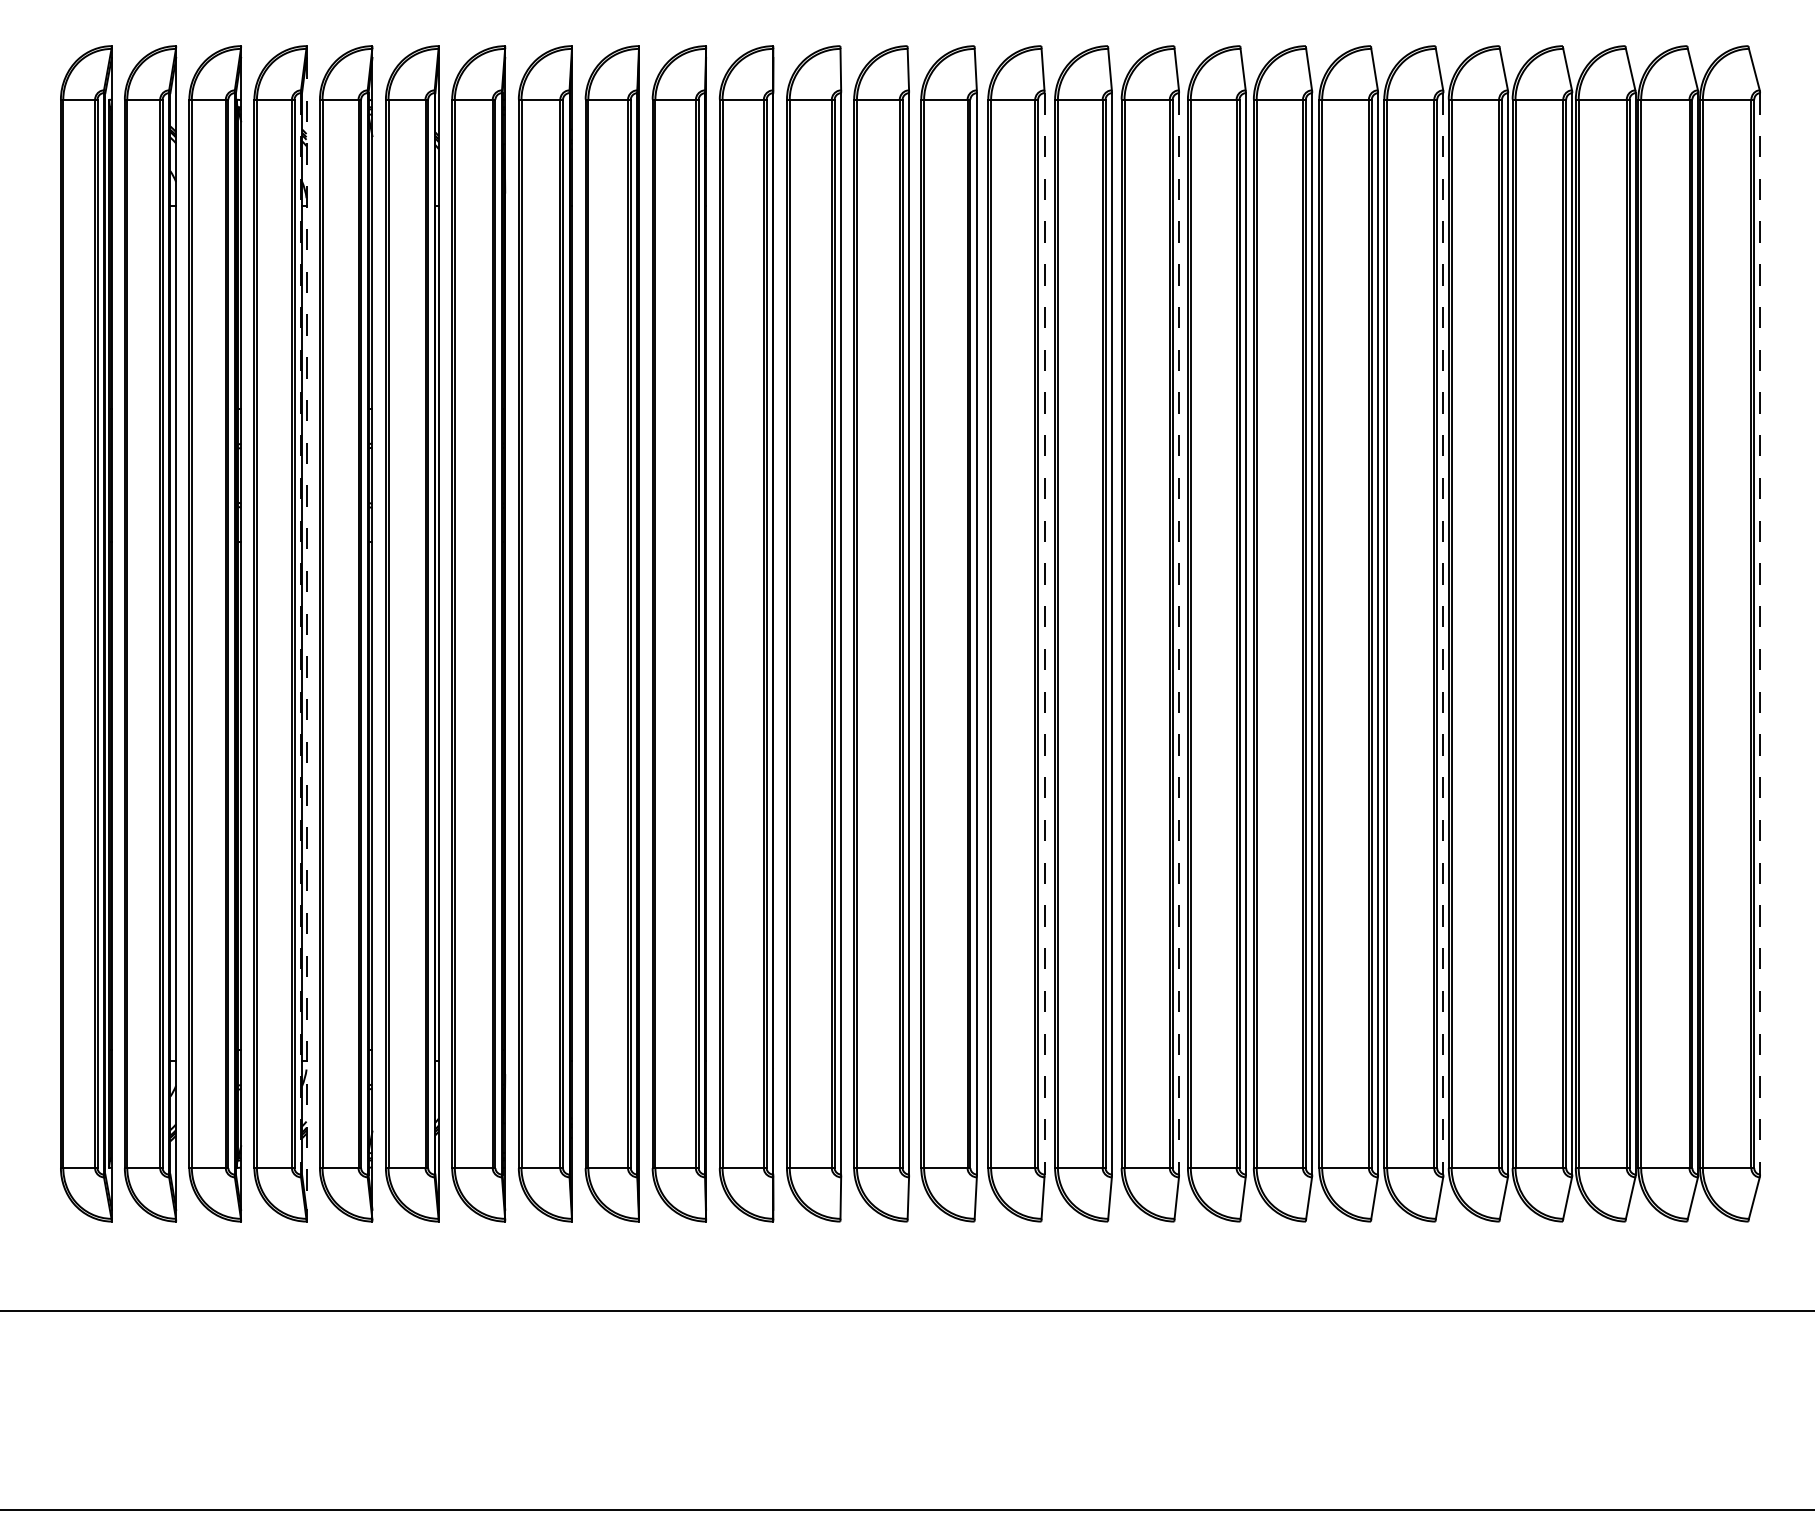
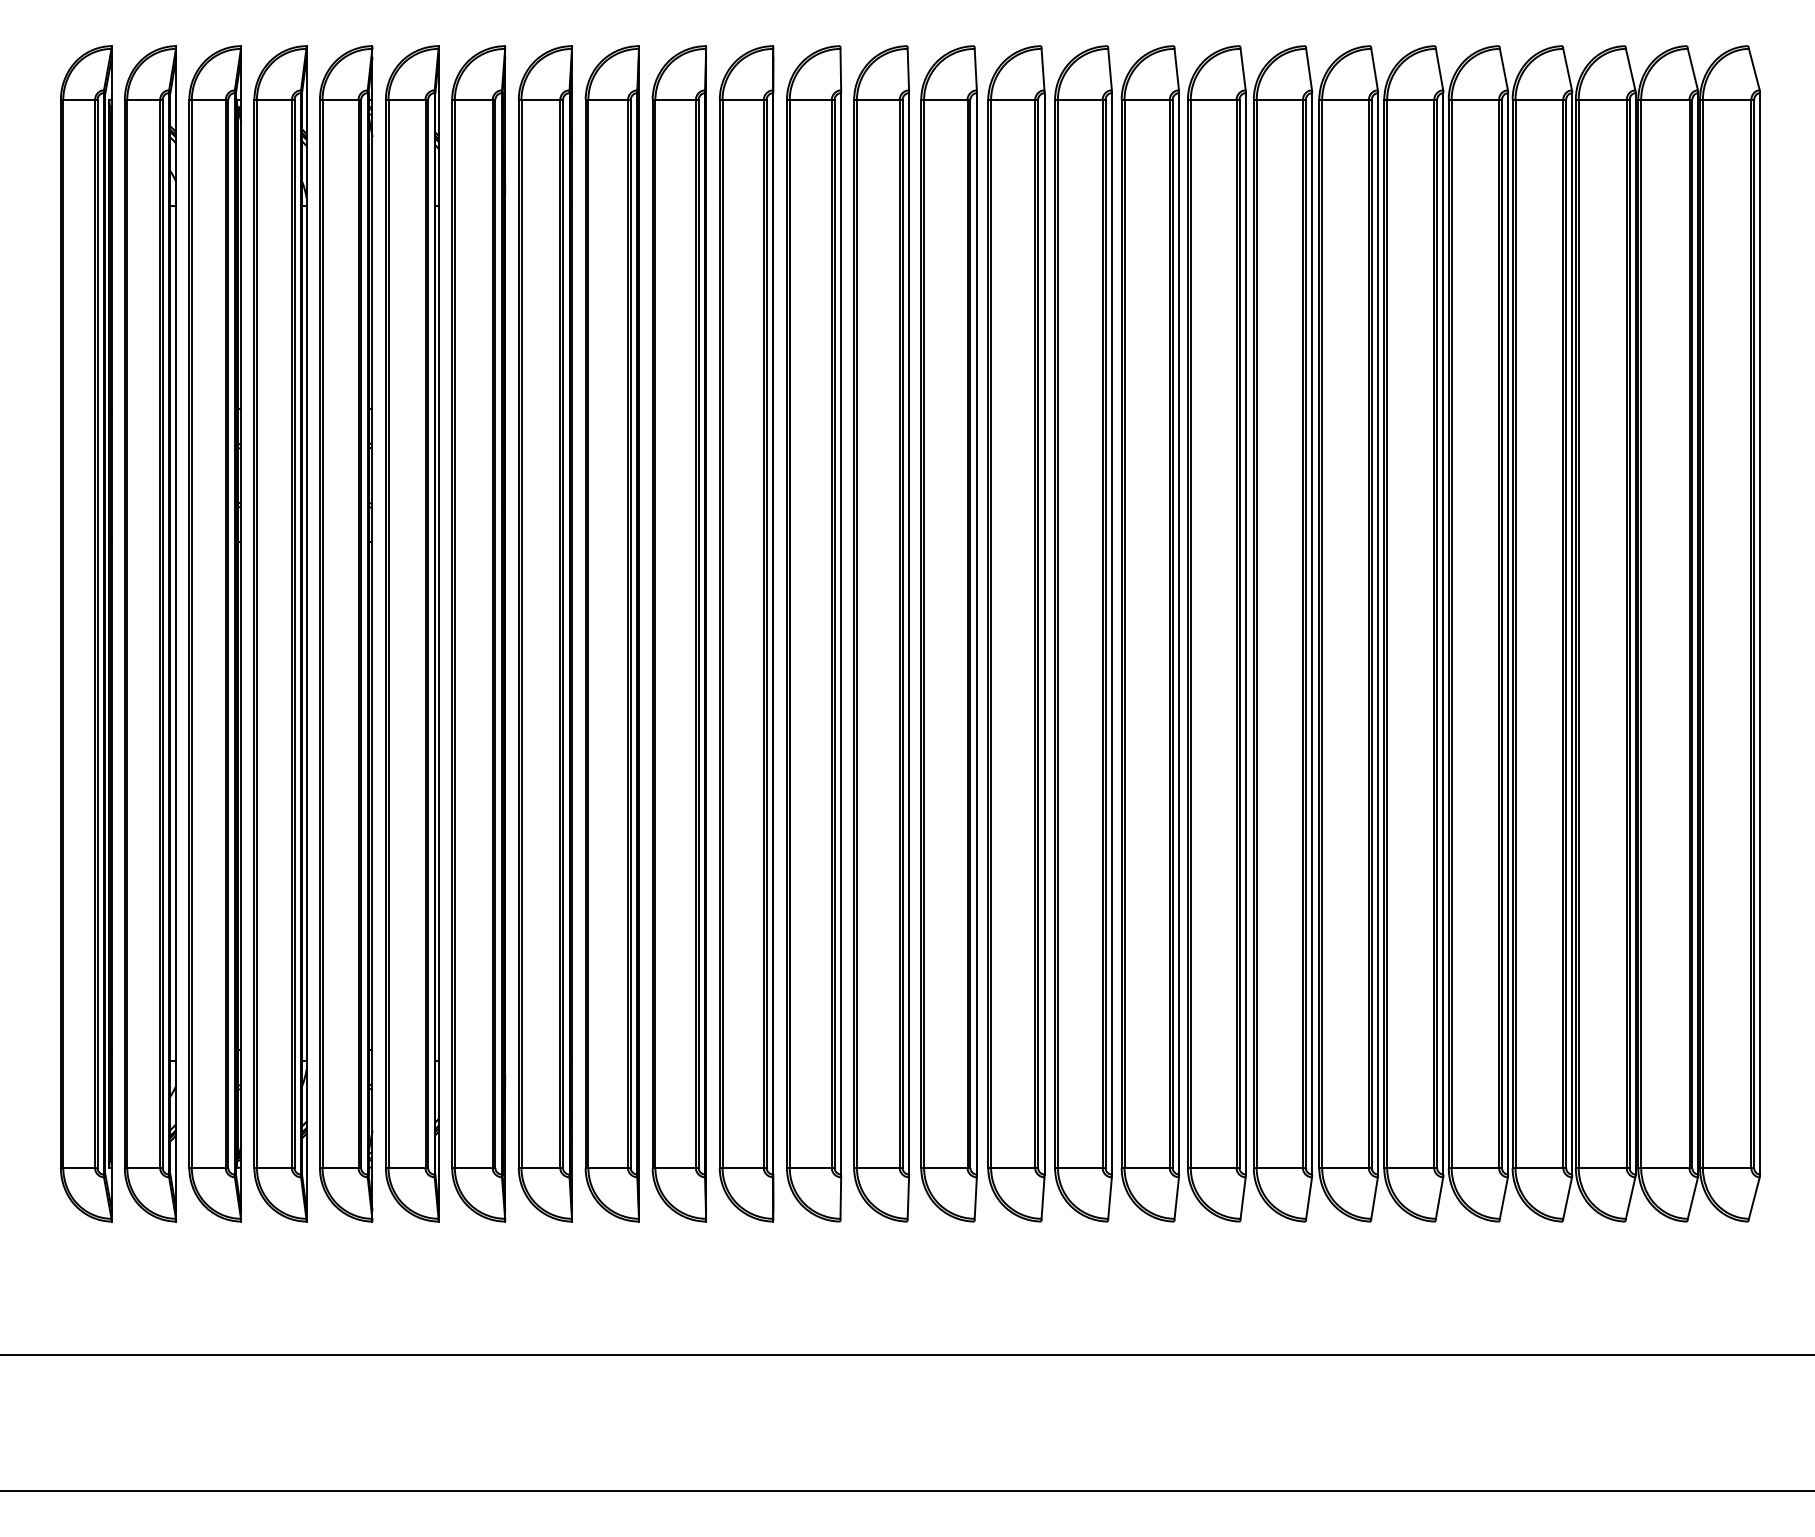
line at (300, 633): dashed -> solid
line at (306, 633): dashed -> solid
line at (1044, 633): dashed -> solid
line at (1179, 633): dashed -> solid
line at (1443, 633): dashed -> solid
line at (1760, 633): dashed -> solid
line at (906, 1311) position: (906, 1311) -> (906, 1355)
line at (906, 1509) position: (906, 1509) -> (906, 1490)
